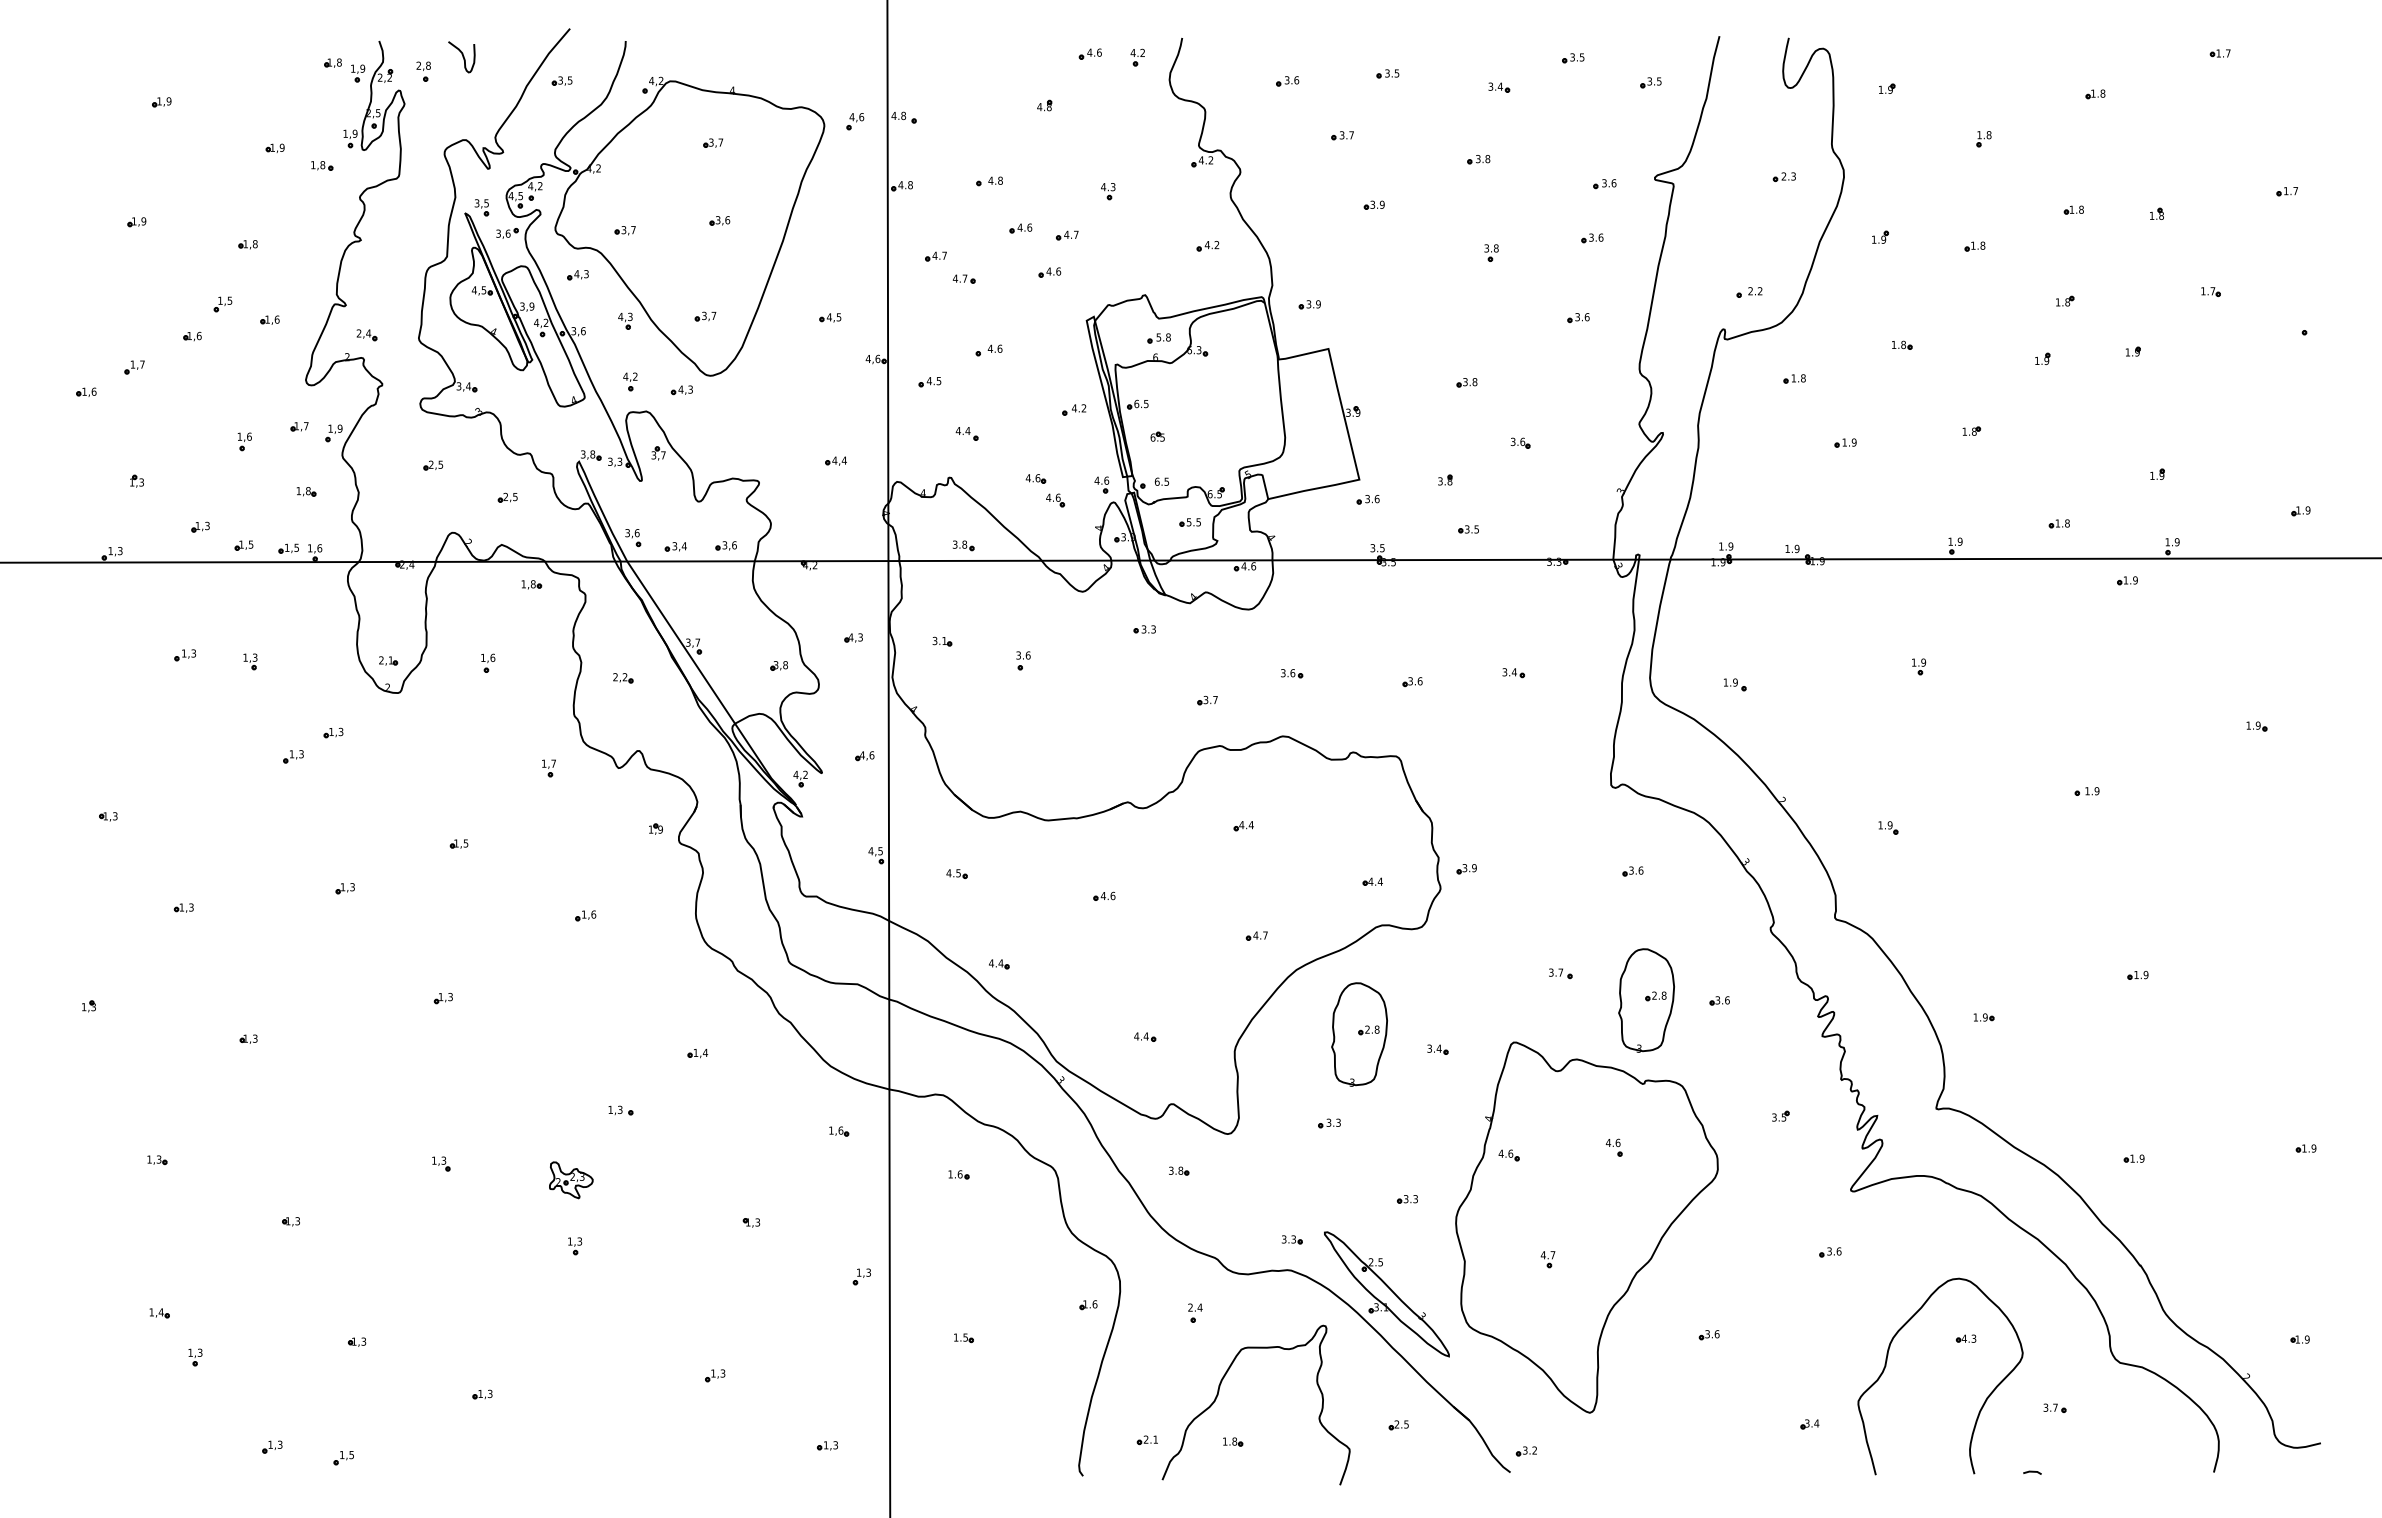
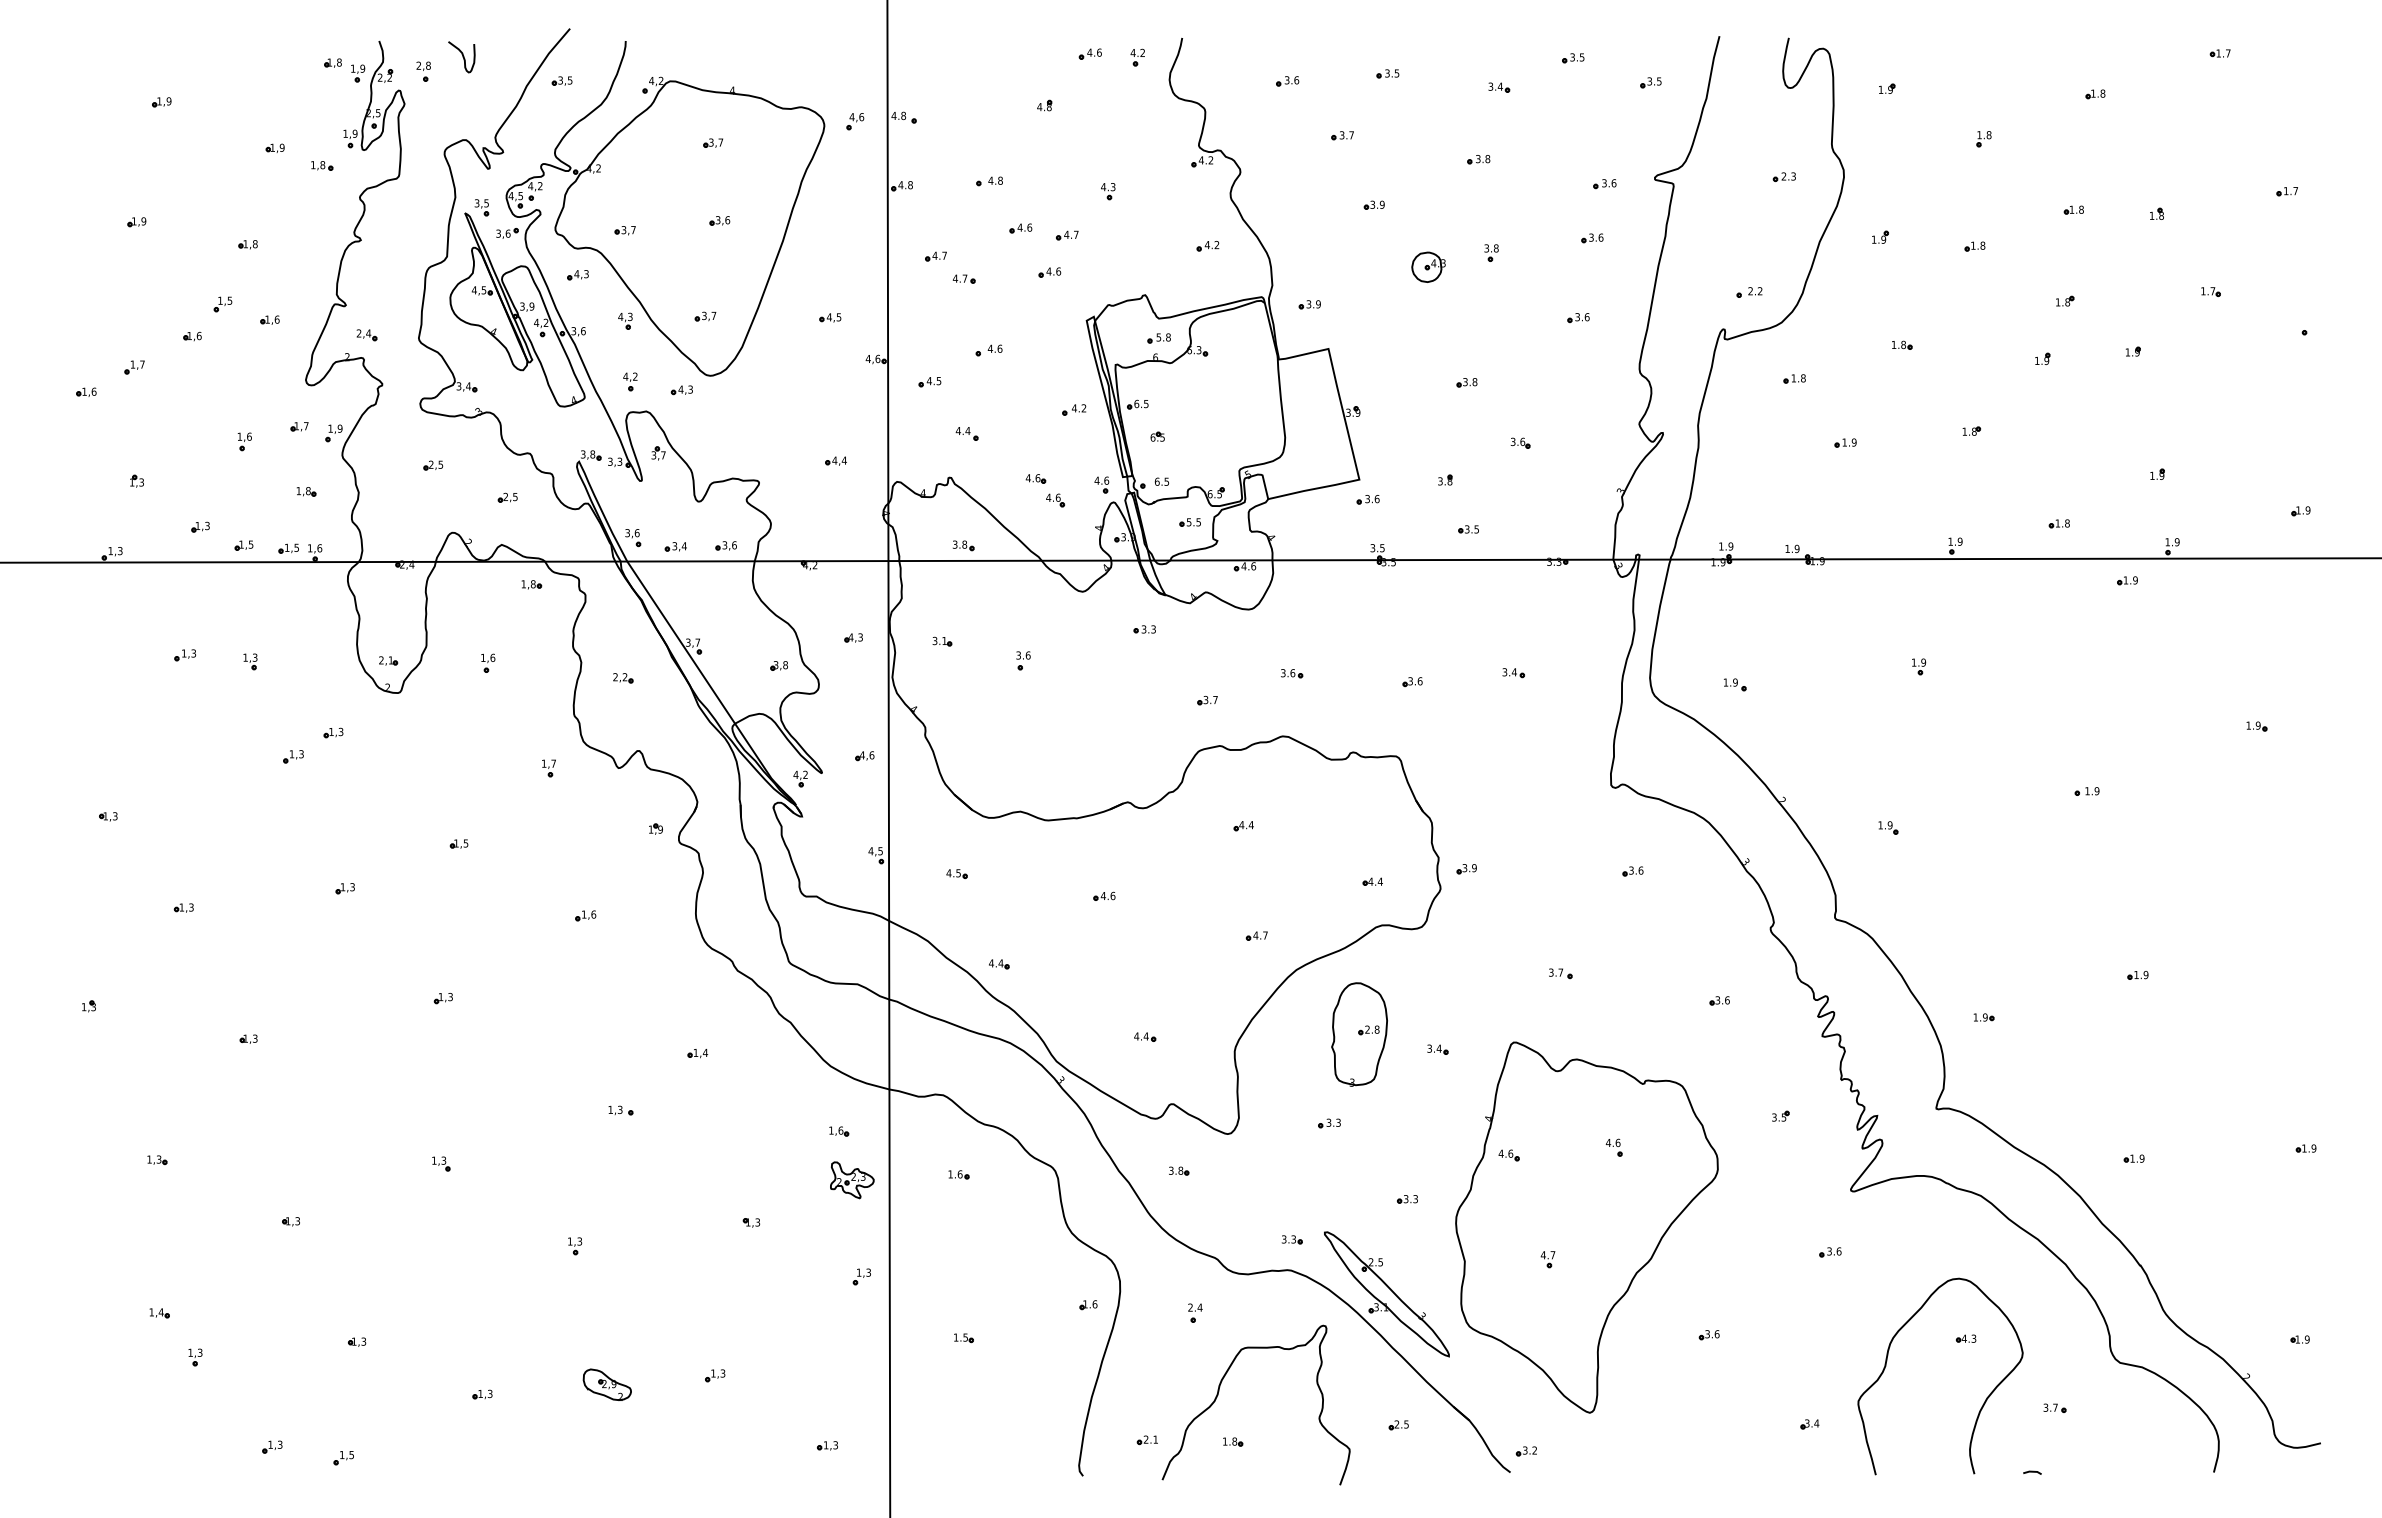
part at (1428, 266): none -> present
part at (1646, 1000): present -> none
part at (571, 1180) position: (571, 1180) -> (852, 1180)
part at (606, 1384): none -> present
